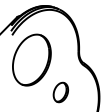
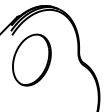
part at (60, 92): present -> none
